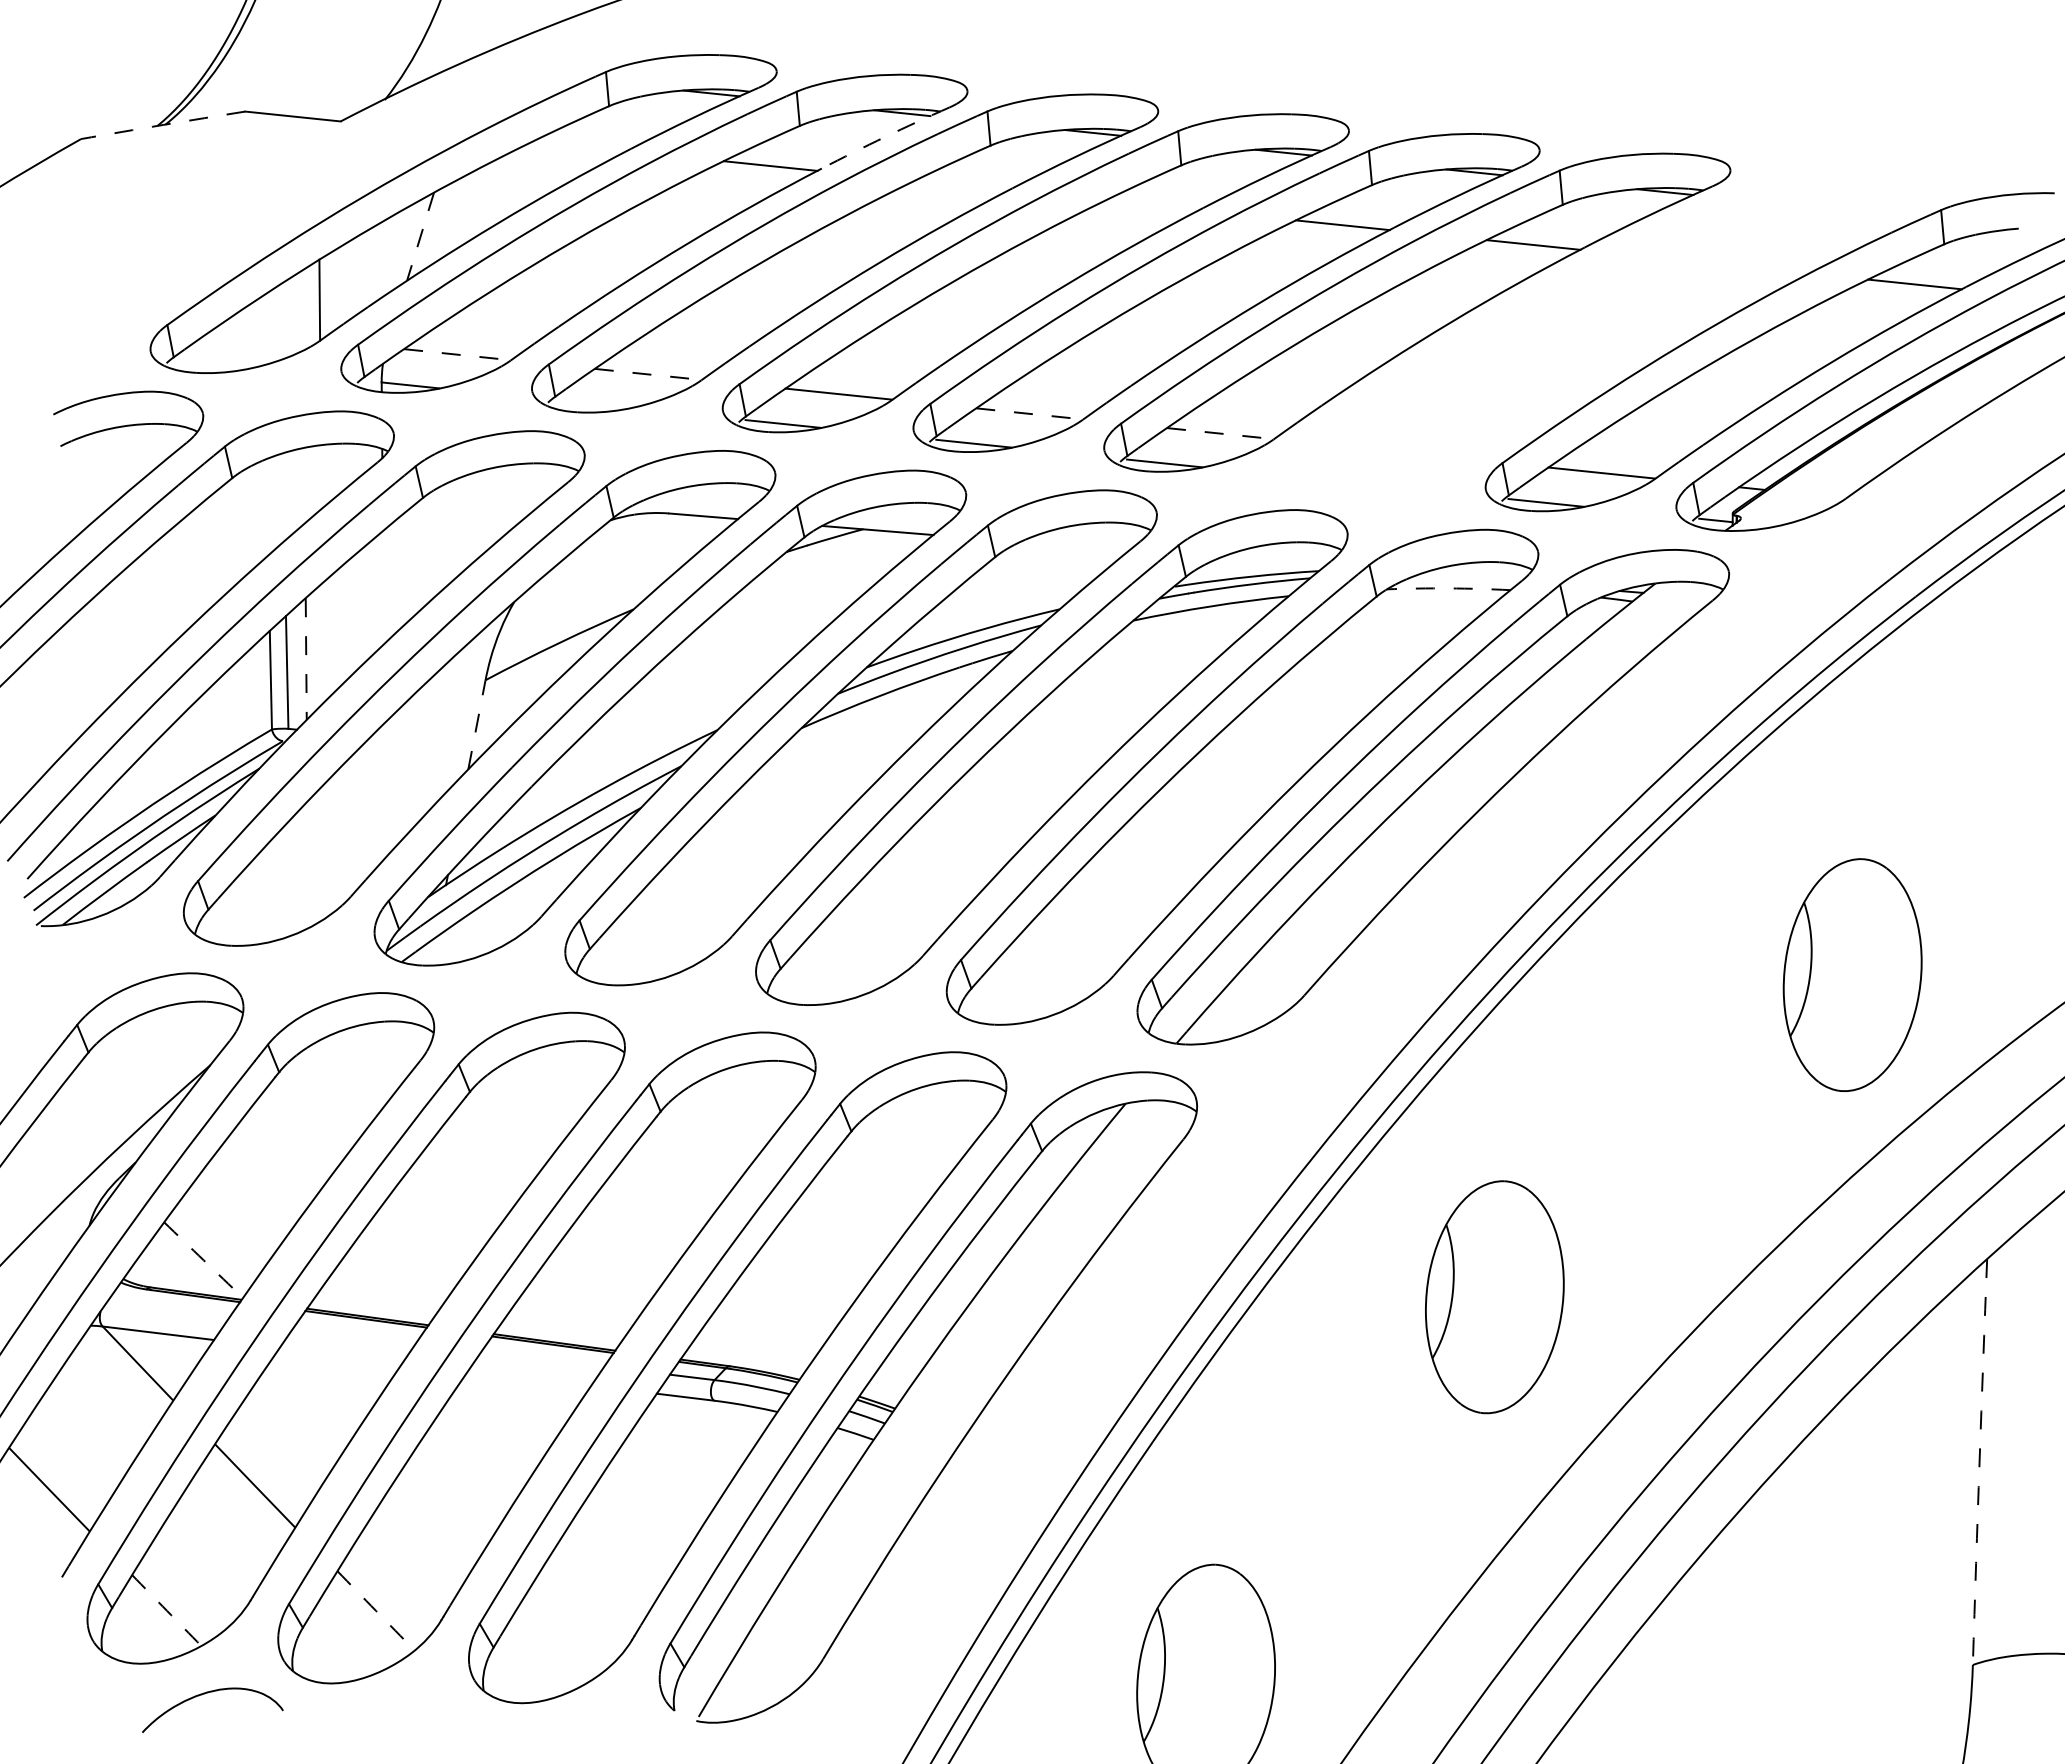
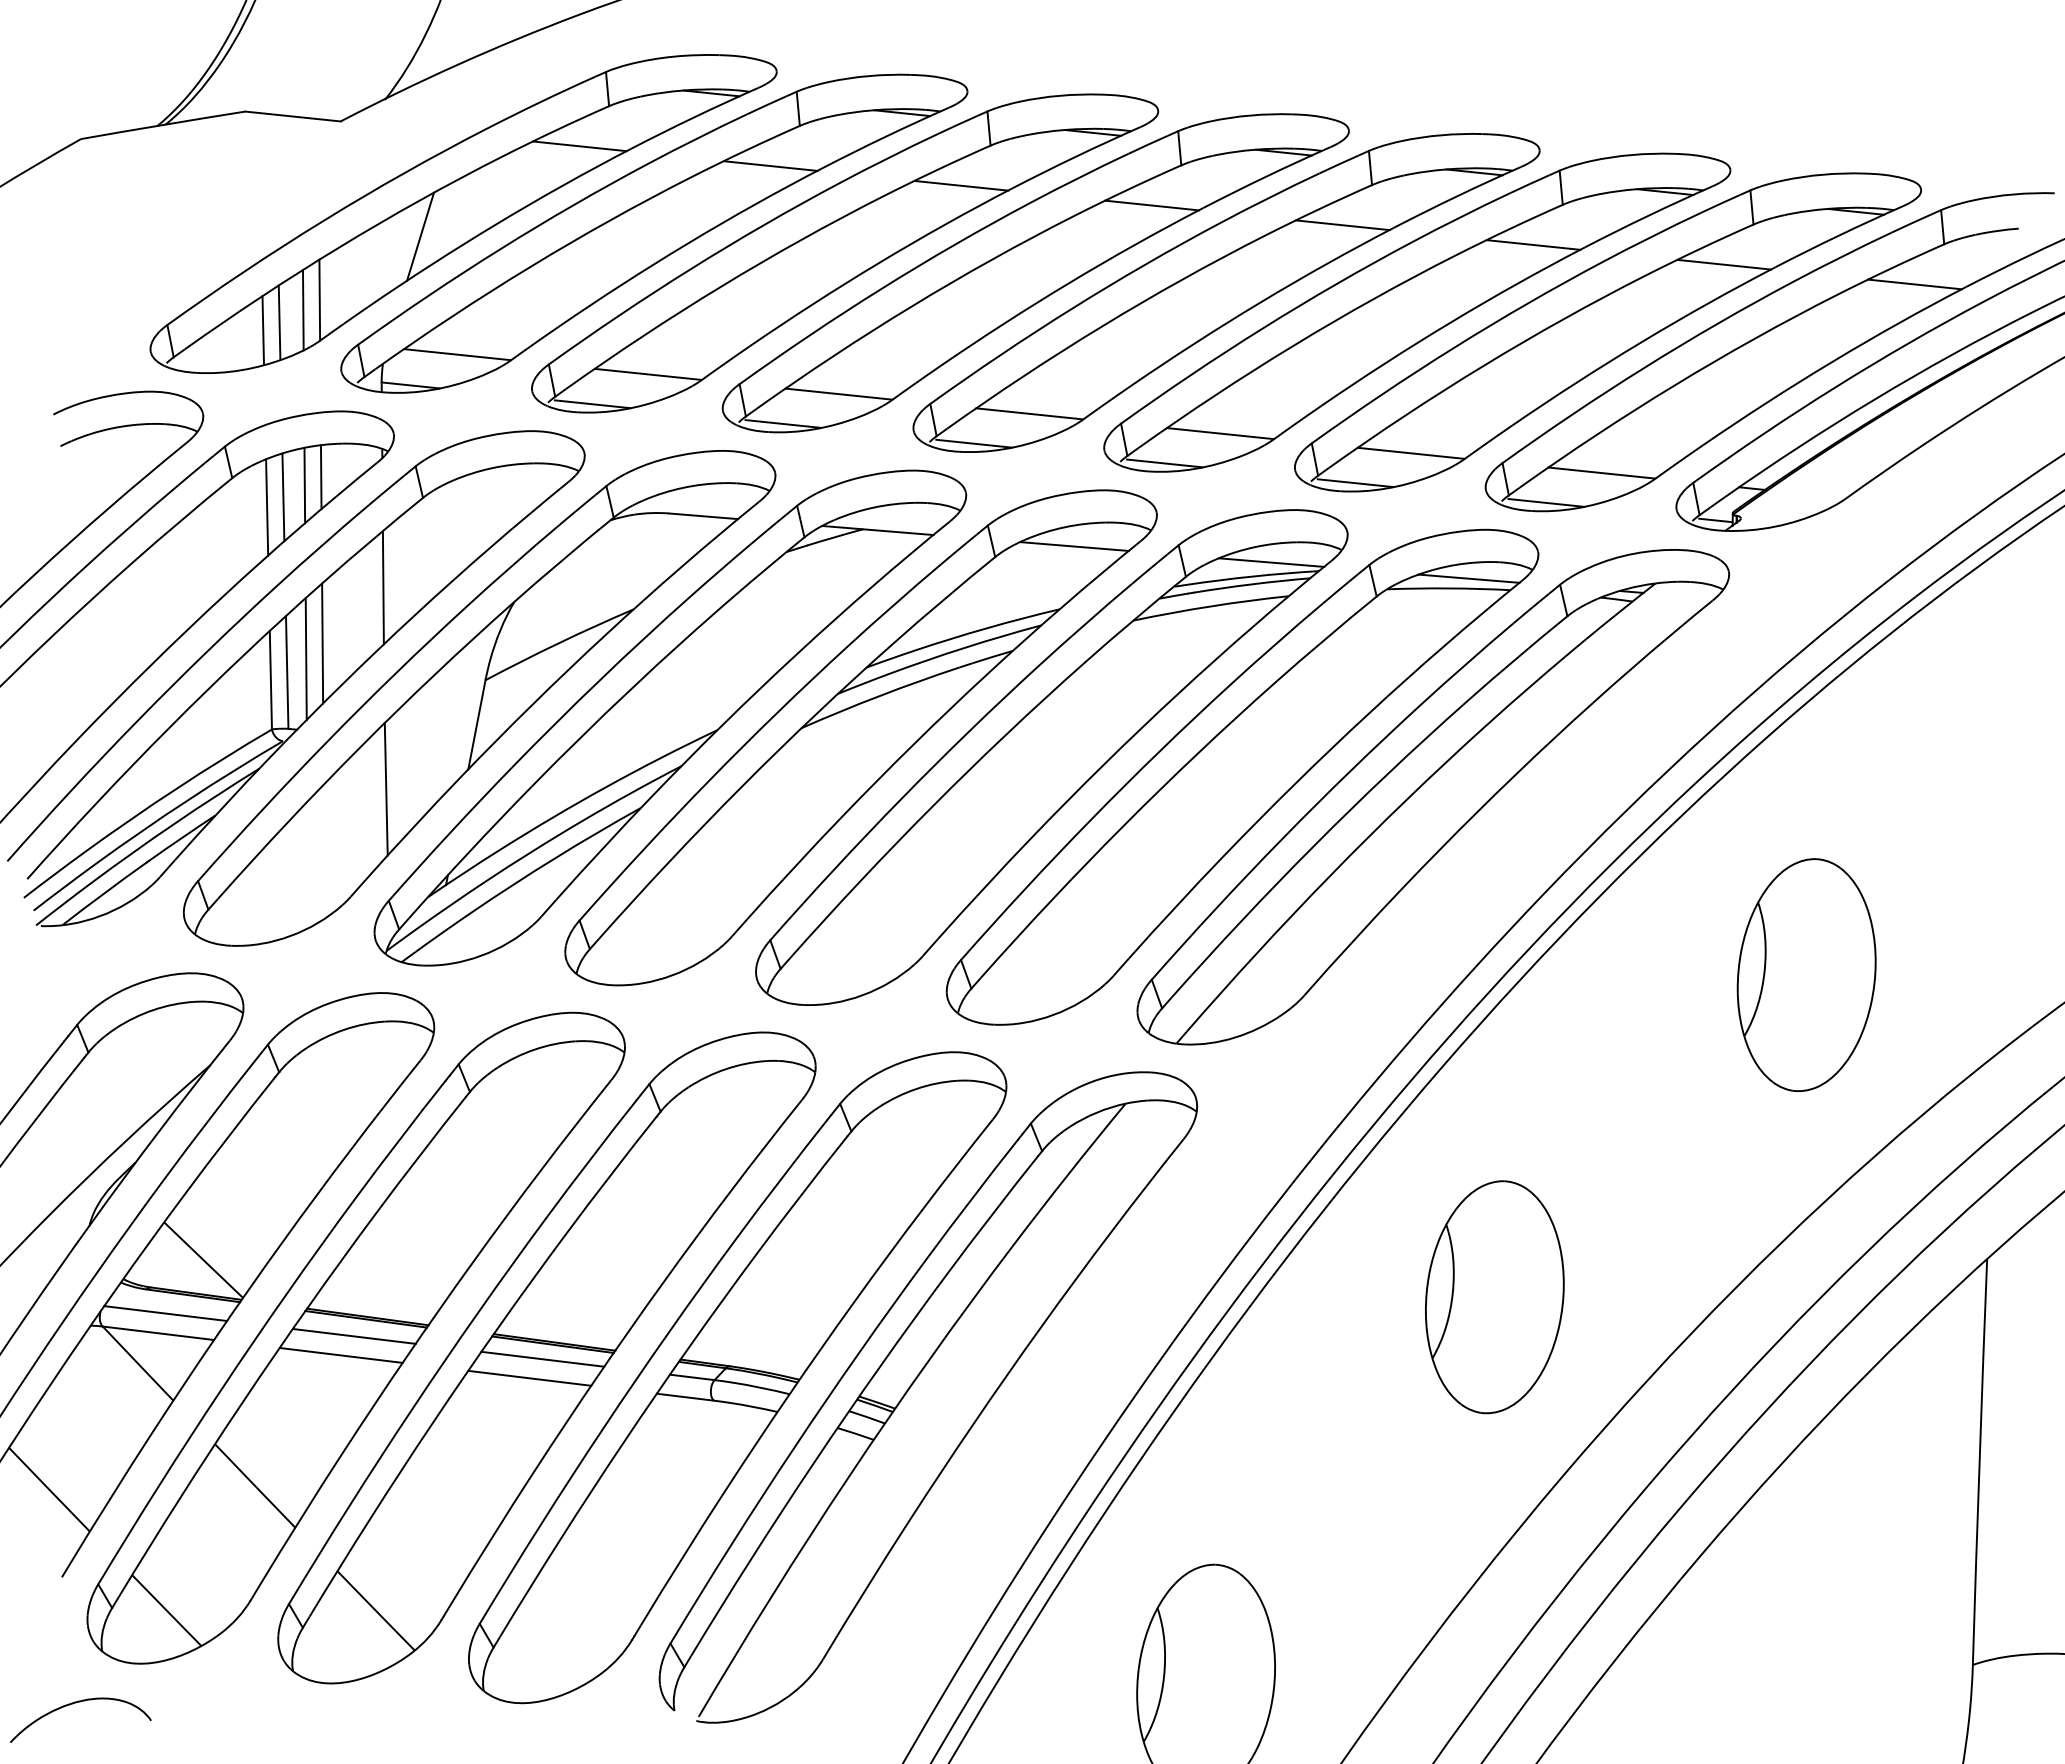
arc at (163, 124): dashed -> solid
arc at (885, 137): dashed -> solid
line at (579, 146): none -> present
line at (961, 185): none -> present
line at (1152, 205): none -> present
line at (420, 237): dashed -> solid
line at (303, 310): none -> present
line at (279, 322): none -> present
line at (263, 330): none -> present
part at (1608, 332): none -> present
line at (457, 354): dashed -> solid
line at (648, 374): dashed -> solid
line at (592, 404): none -> present
line at (1029, 413): dashed -> solid
line at (1220, 433): dashed -> solid
line at (320, 477): none -> present
line at (304, 485): none -> present
line at (283, 497): none -> present
line at (267, 507): none -> present
line at (1074, 546): none -> present
line at (1271, 562): none -> present
line at (1468, 578): none -> present
line at (382, 587): none -> present
arc at (1448, 588): dashed -> solid
line at (322, 643): none -> present
line at (306, 659): dashed -> solid
line at (476, 724): dashed -> solid
line at (385, 788): none -> present
part at (1852, 974) position: (1852, 974) -> (1806, 974)
arc at (203, 1260): dashed -> solid
line at (165, 1313): none -> present
line at (353, 1335): none -> present
line at (340, 1354): none -> present
line at (542, 1358): none -> present
line at (529, 1377): none -> present
arc at (1979, 1462): dashed -> solid
arc at (166, 1610): dashed -> solid
arc at (376, 1610): dashed -> solid
part at (208, 1693) position: (208, 1693) -> (76, 1703)
